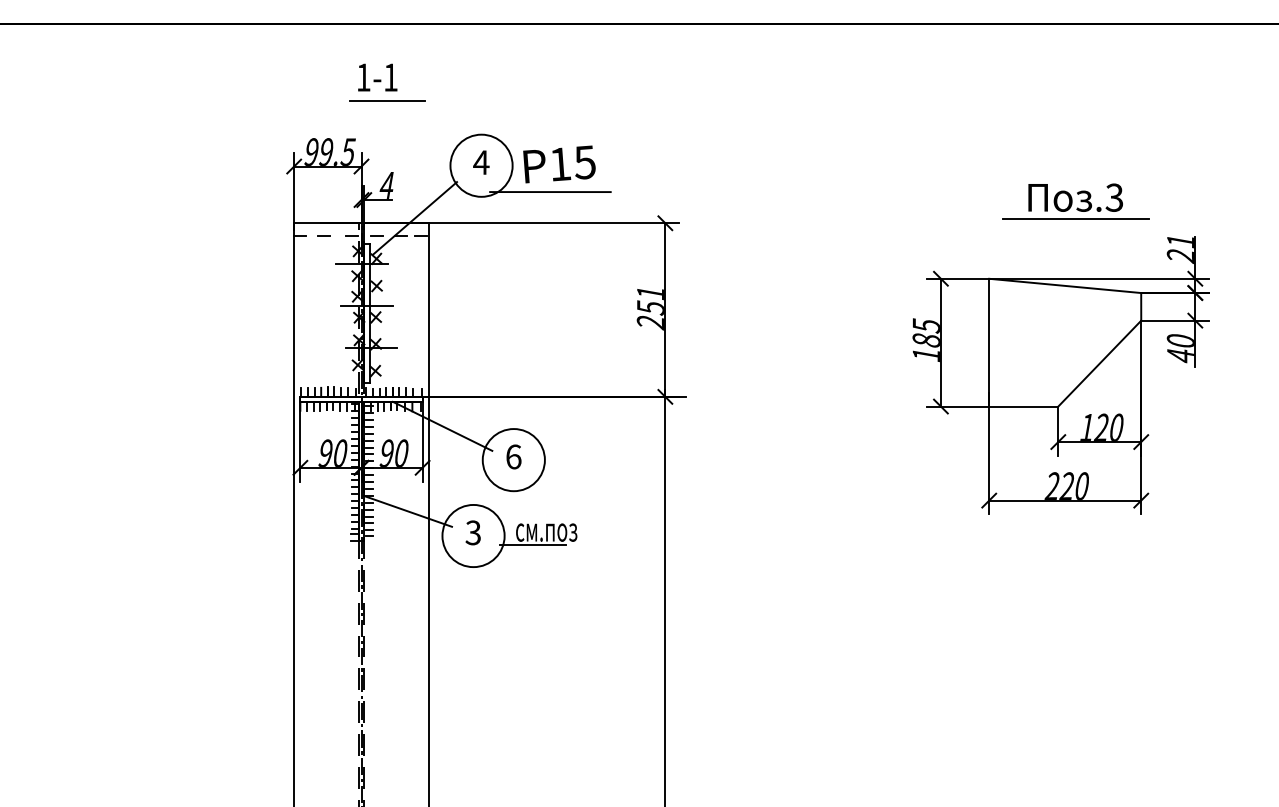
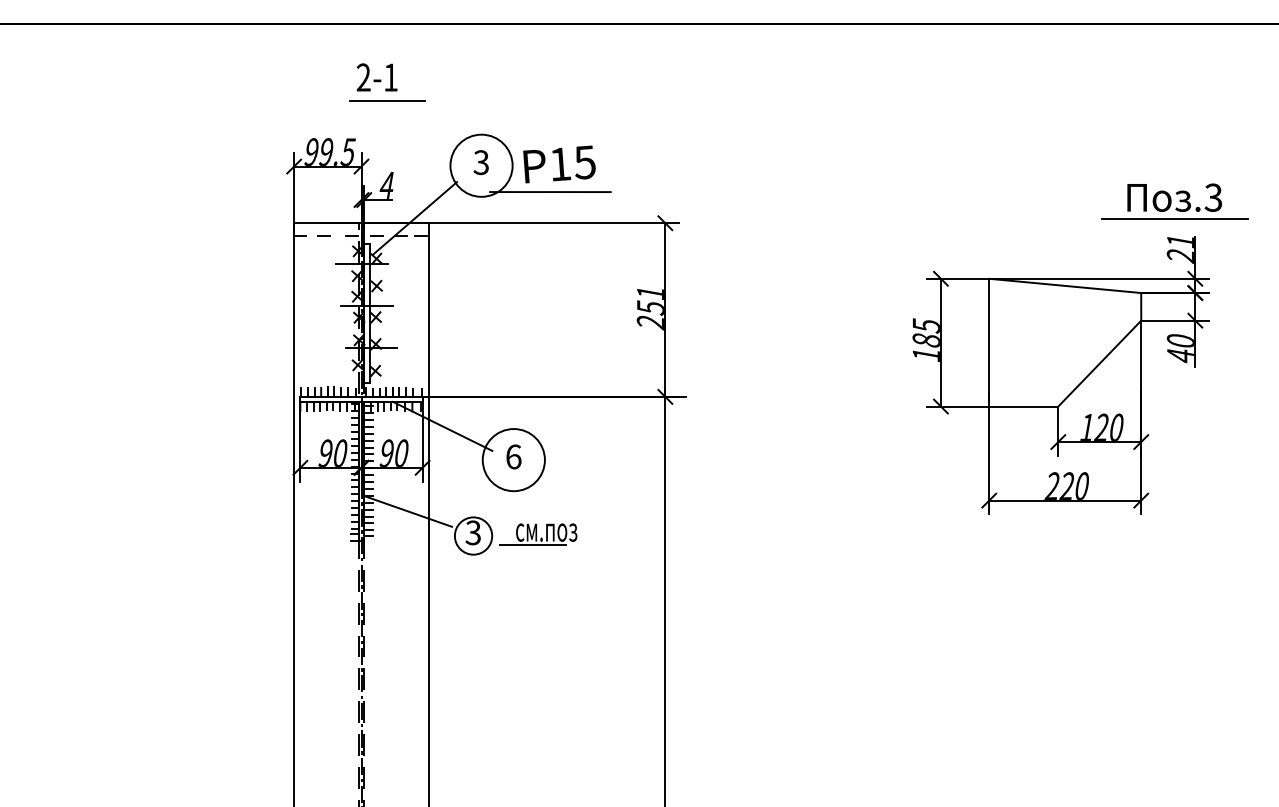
text at (363, 77): 1-1 -> 2-1
text at (481, 162): 4 -> 3
part at (1075, 201) position: (1075, 201) -> (1174, 201)
circle at (473, 535) diameter: 62 px -> 37 px
